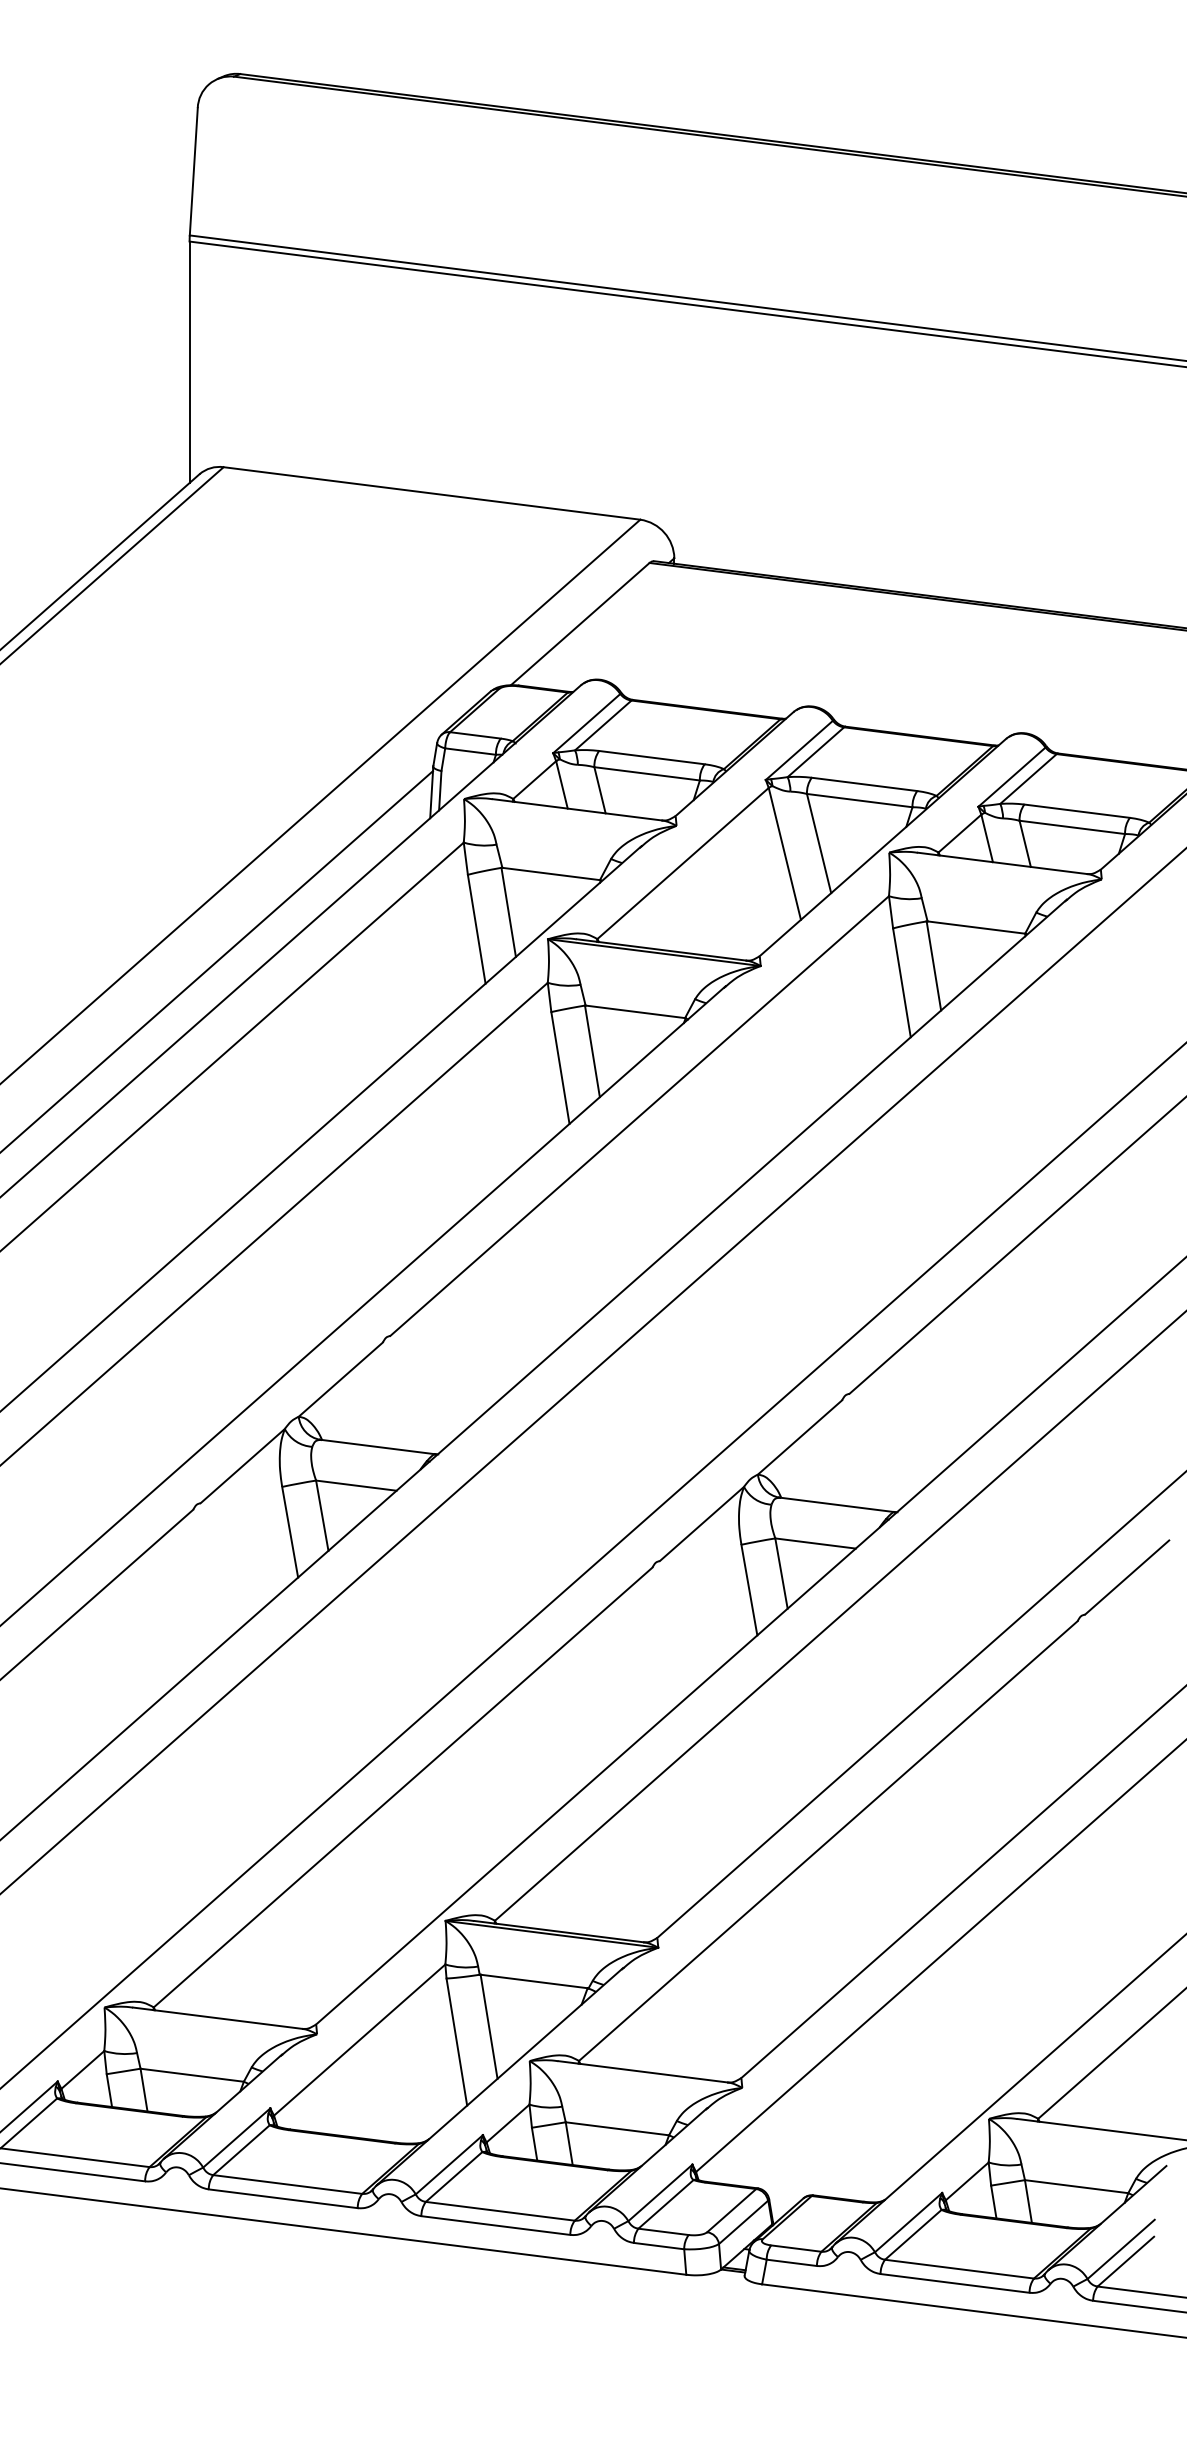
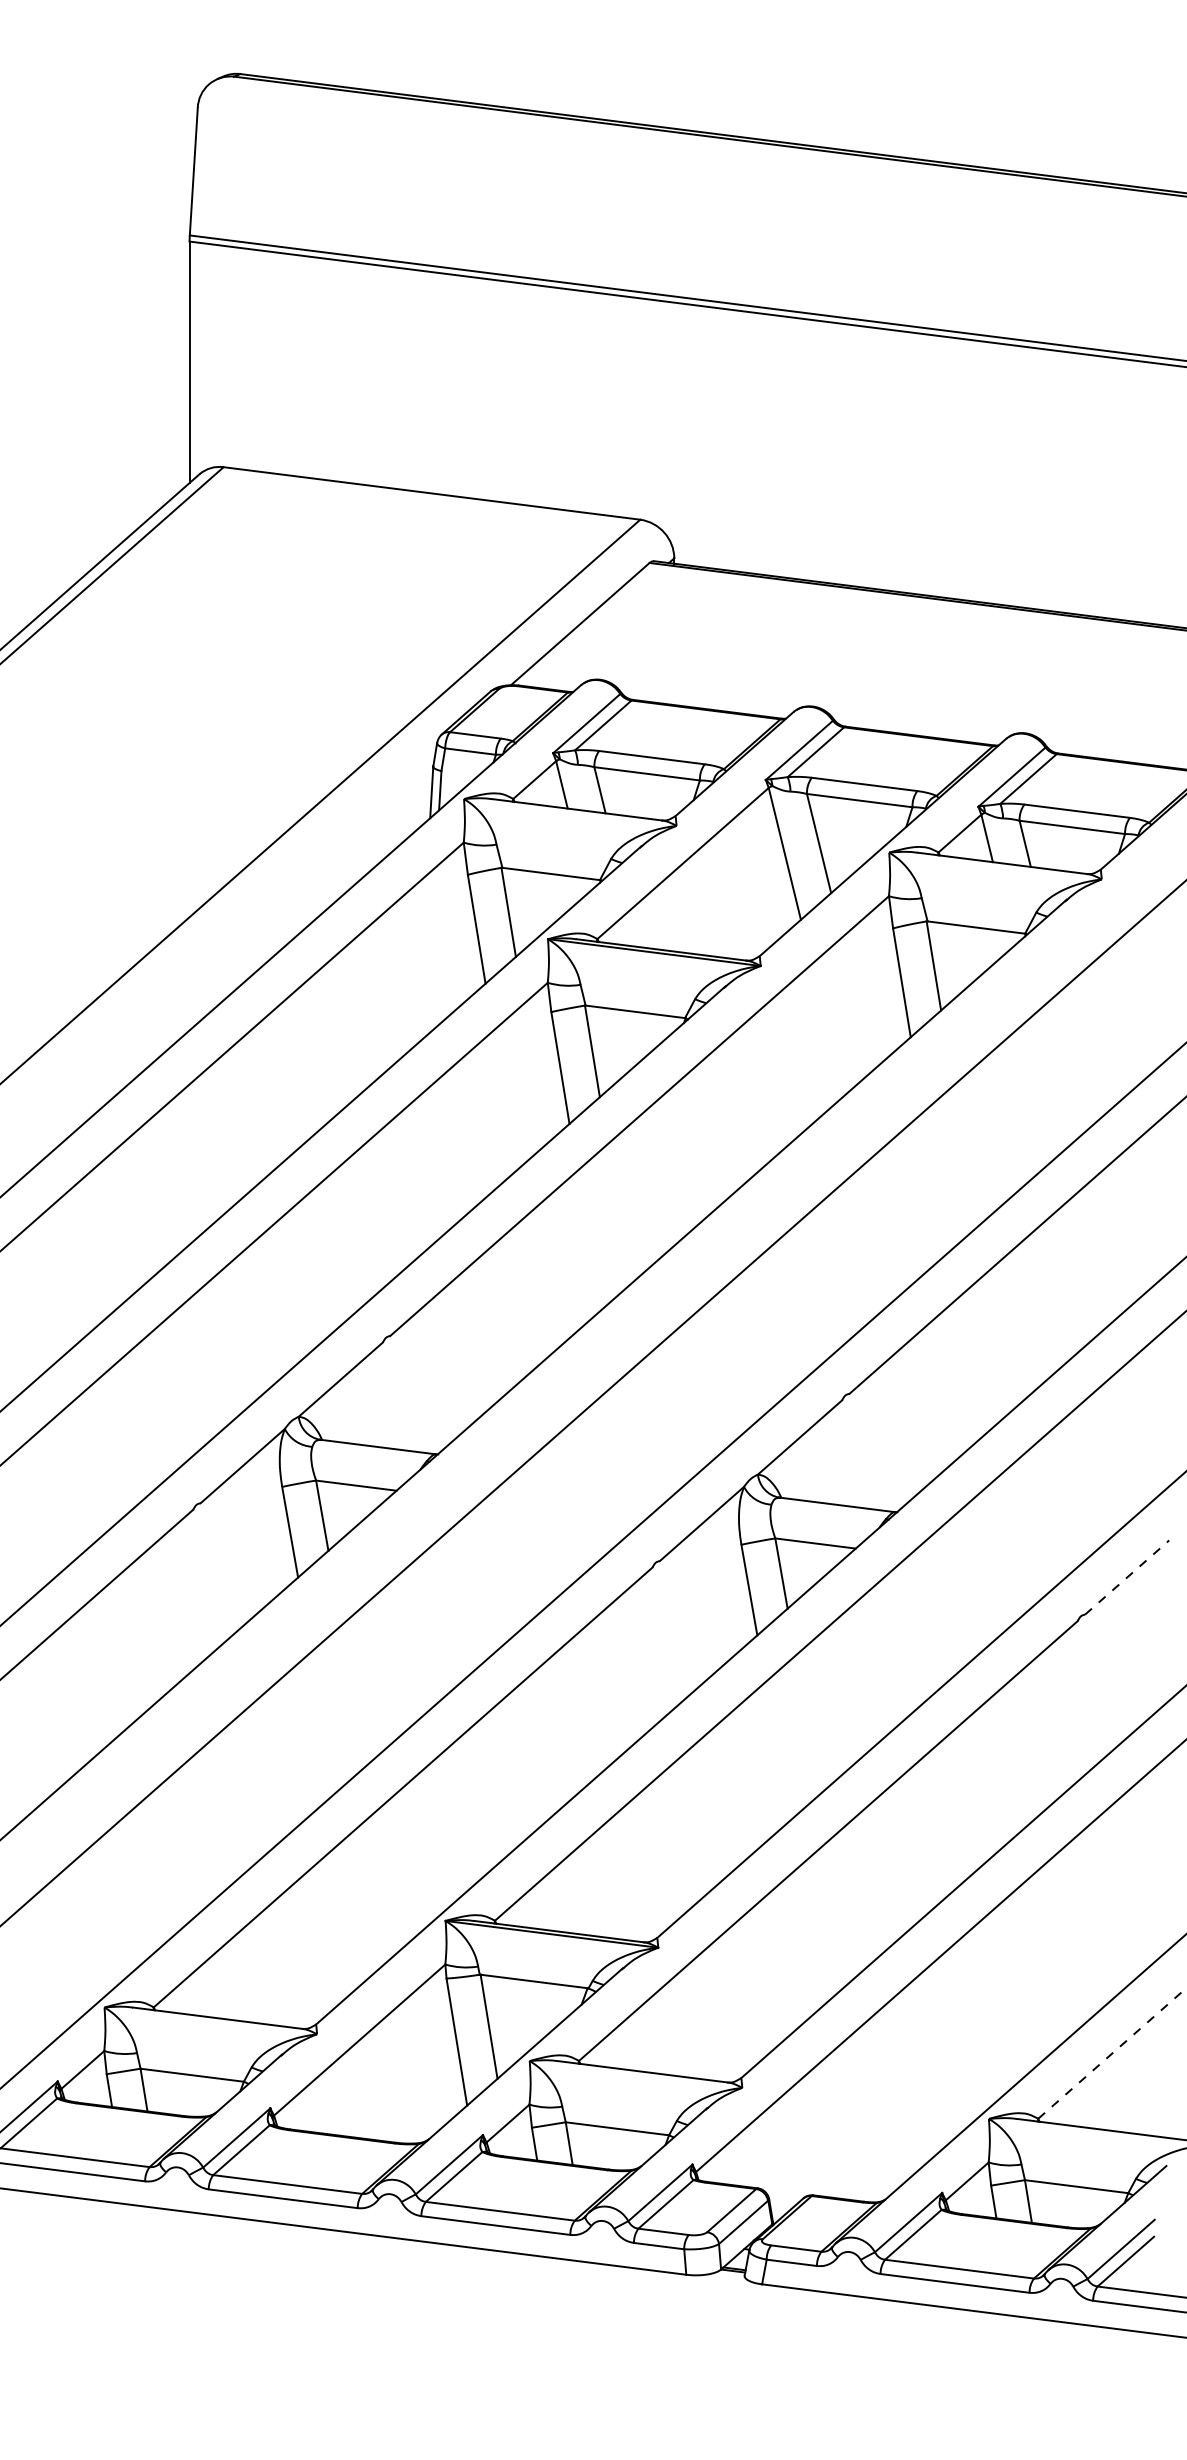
line at (217, 960): present -> none
line at (592, 1371) position: (592, 1371) -> (592, 1403)
line at (1127, 1577): solid -> dashed
line at (1112, 2053): solid -> dashed
